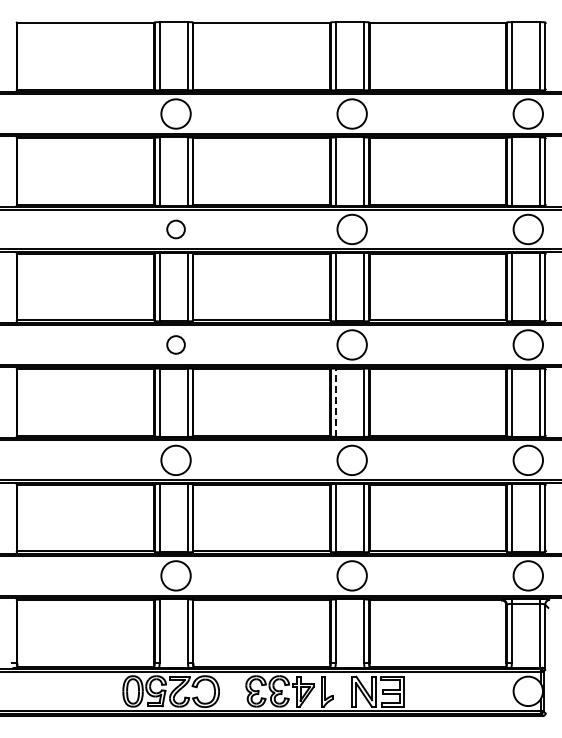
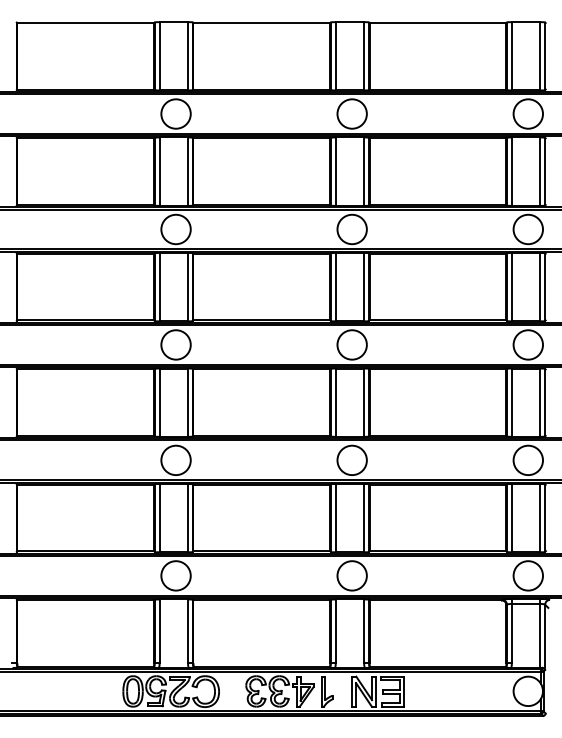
circle at (175, 229) diameter: 18 px -> 29 px
circle at (175, 344) diameter: 18 px -> 29 px
line at (335, 402): dashed -> solid
